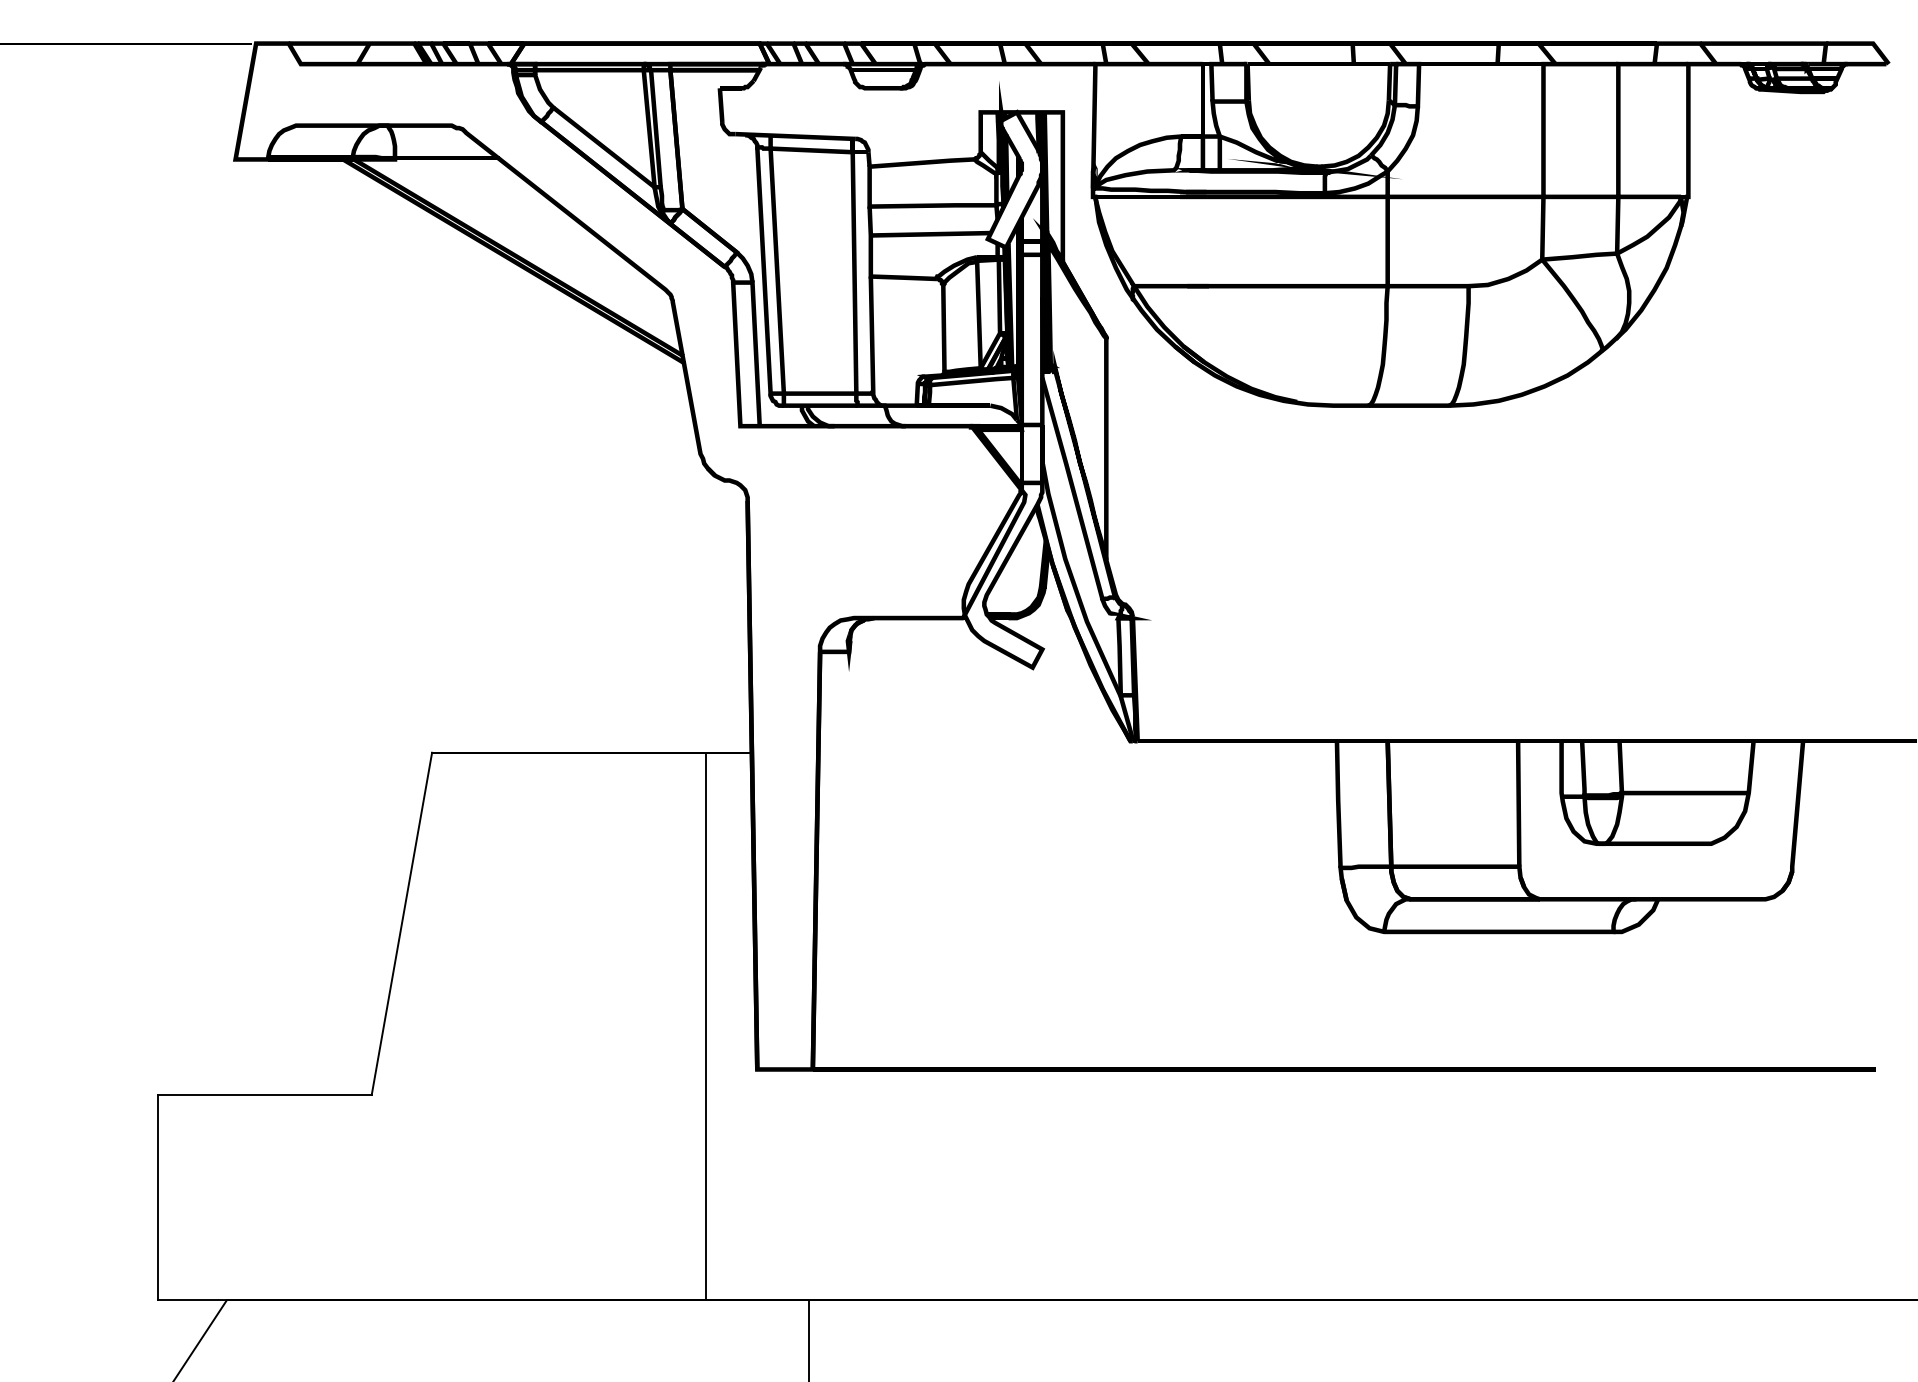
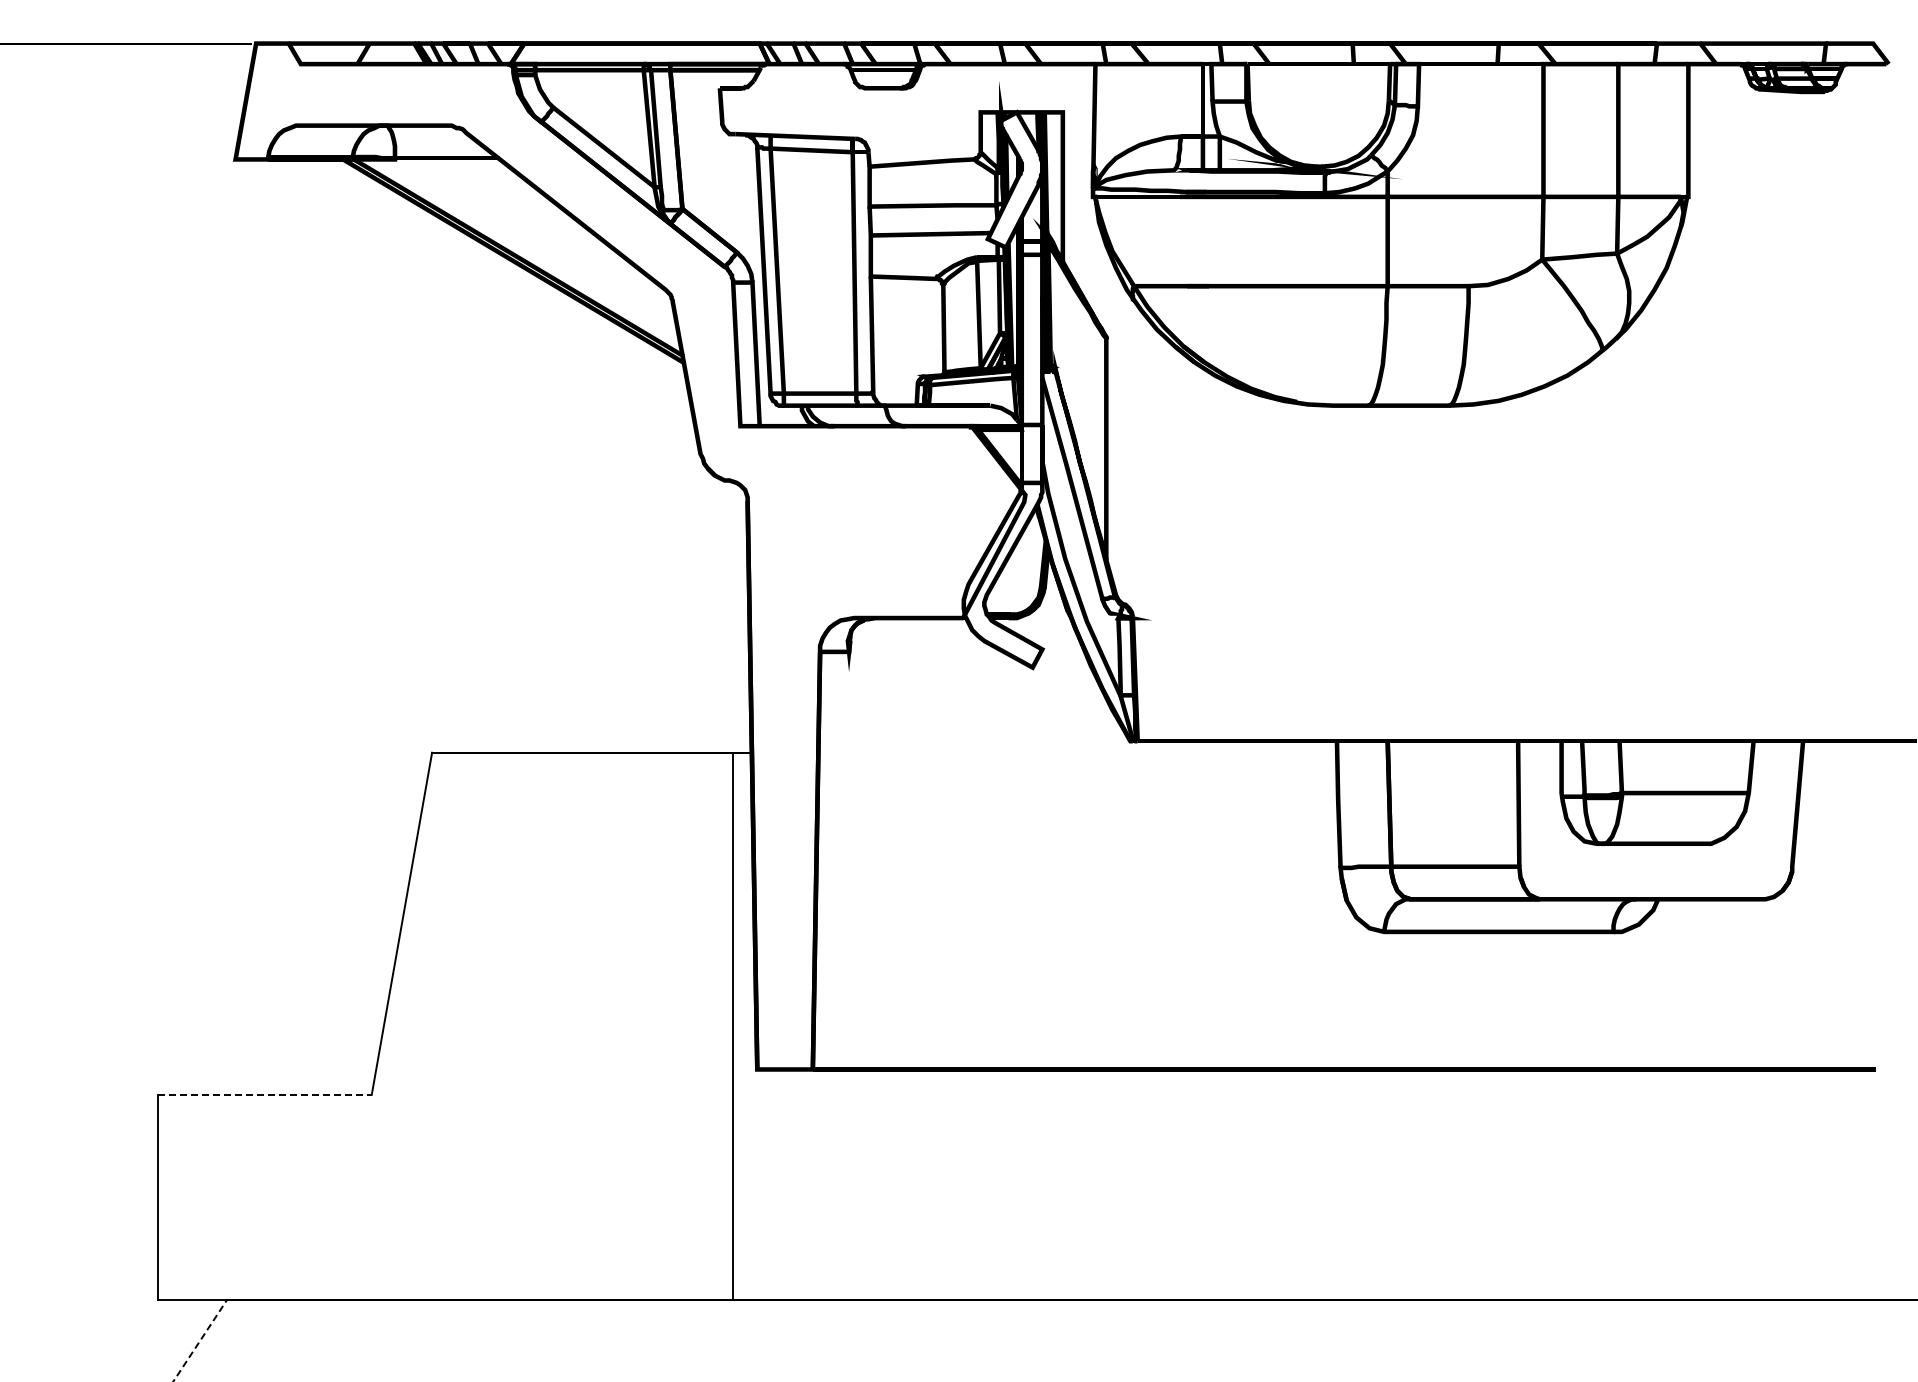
line at (705, 1026) position: (705, 1026) -> (732, 1026)
line at (264, 1094): solid -> dashed
line at (808, 1339): present -> none
line at (200, 1340): solid -> dashed
